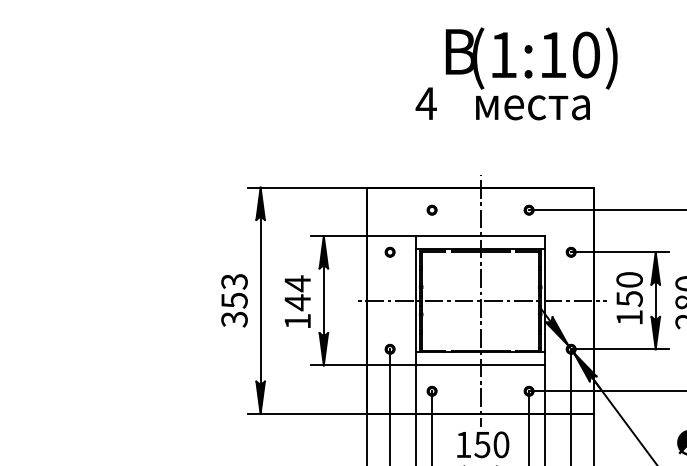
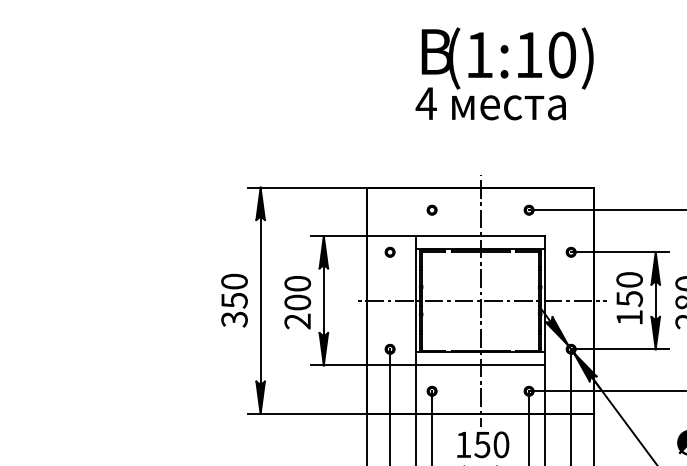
text at (531, 73) position: (531, 73) -> (507, 73)
text at (234, 281): 353 -> 350
text at (297, 302): 144 -> 200
